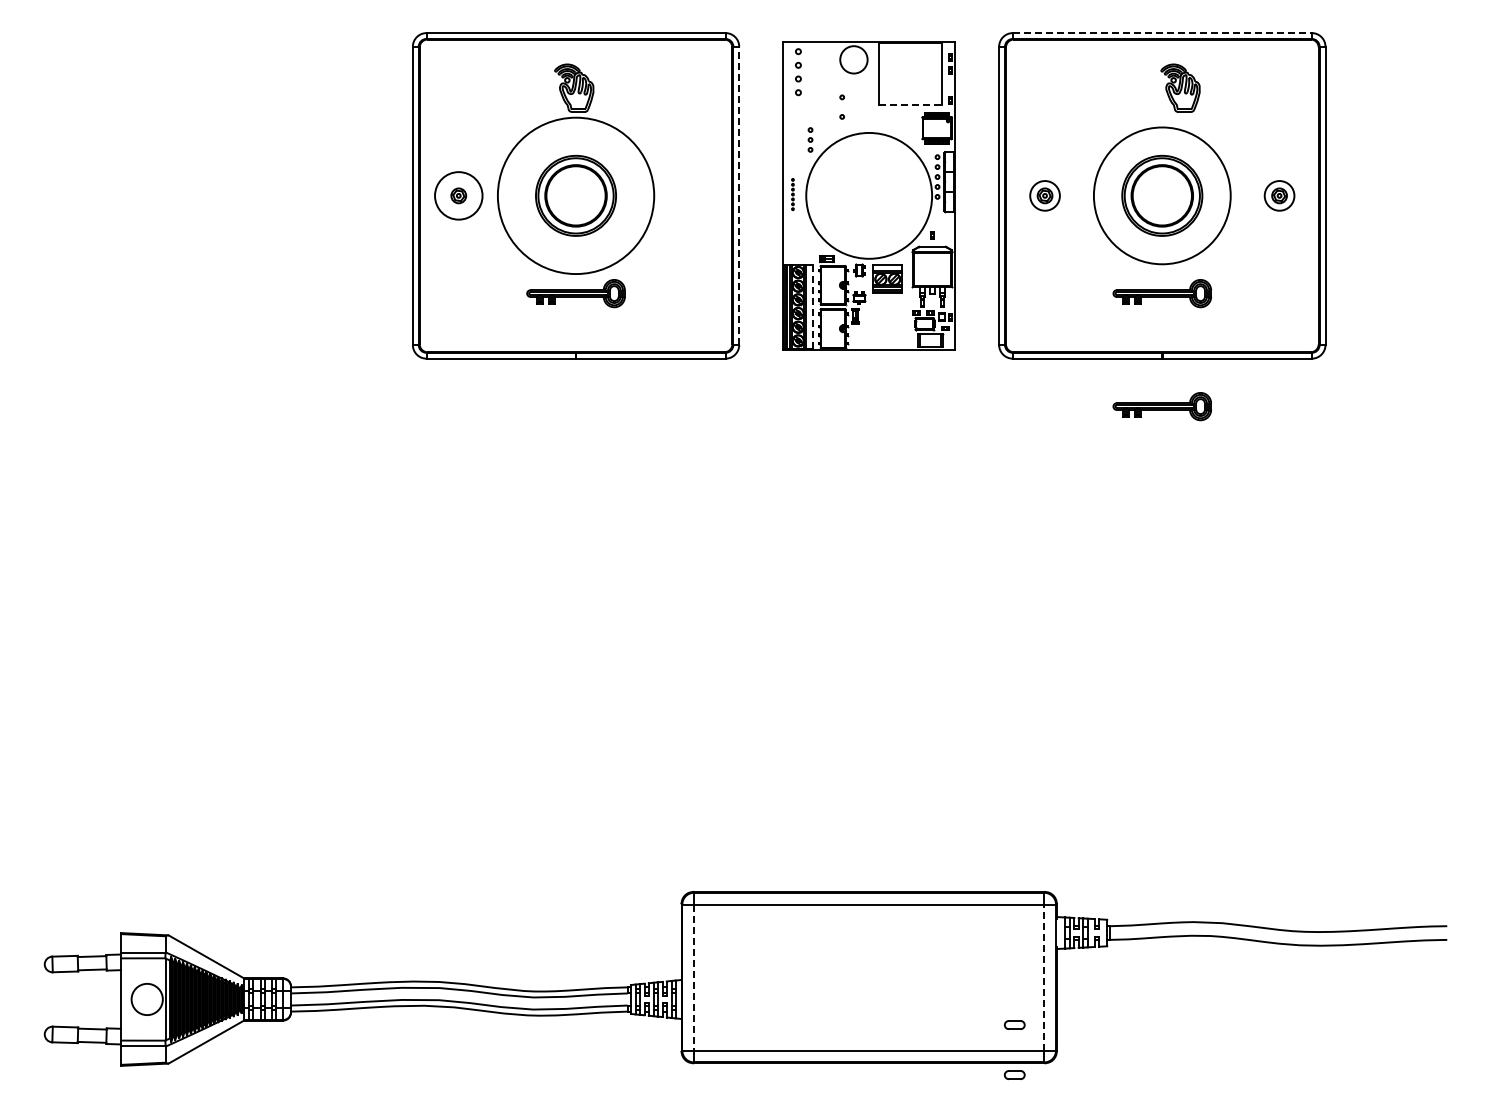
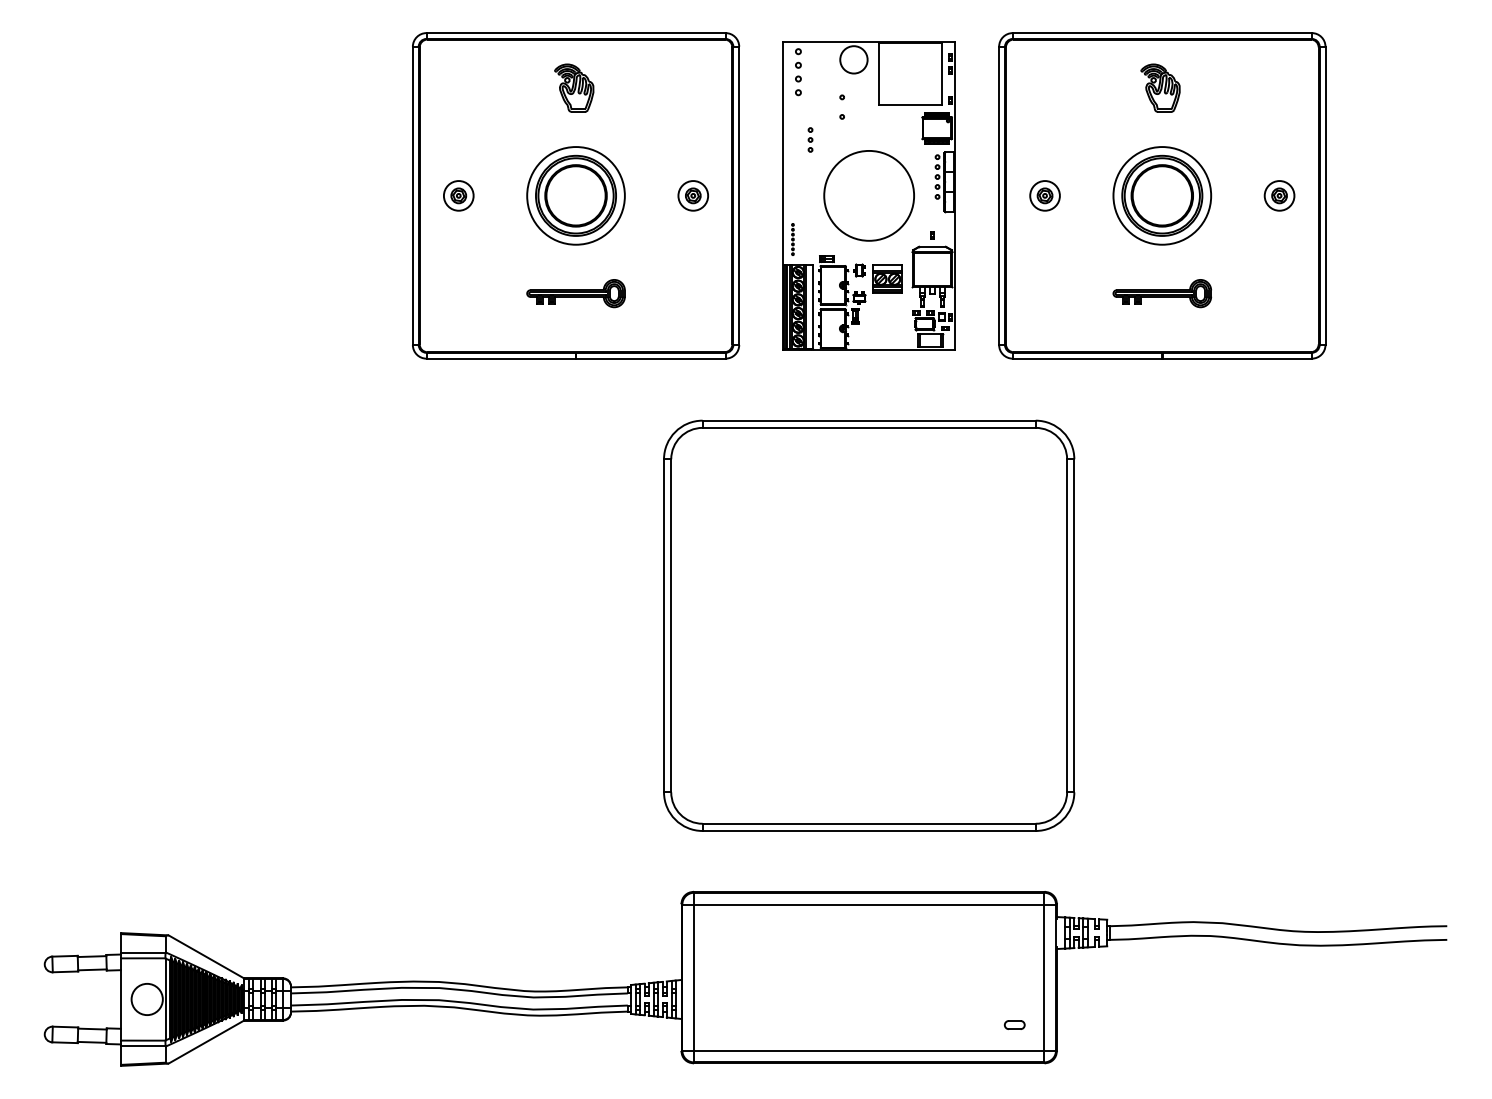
line at (1162, 33): dashed -> solid
part at (1180, 87) position: (1180, 87) -> (1160, 87)
line at (911, 105): dashed -> solid
line at (792, 194) position: (792, 194) -> (792, 239)
circle at (458, 195) diameter: 48 px -> 30 px
circle at (575, 195) diameter: 156 px -> 98 px
part at (692, 195): none -> present
line at (739, 195): dashed -> solid
circle at (869, 195) diameter: 126 px -> 90 px
circle at (1161, 195) diameter: 137 px -> 98 px
line at (812, 307): dashed -> solid
part at (1162, 406): present -> none
part at (869, 625): none -> present
line at (1044, 977): dashed -> solid
line at (694, 978): dashed -> solid
part at (1014, 1074): present -> none
